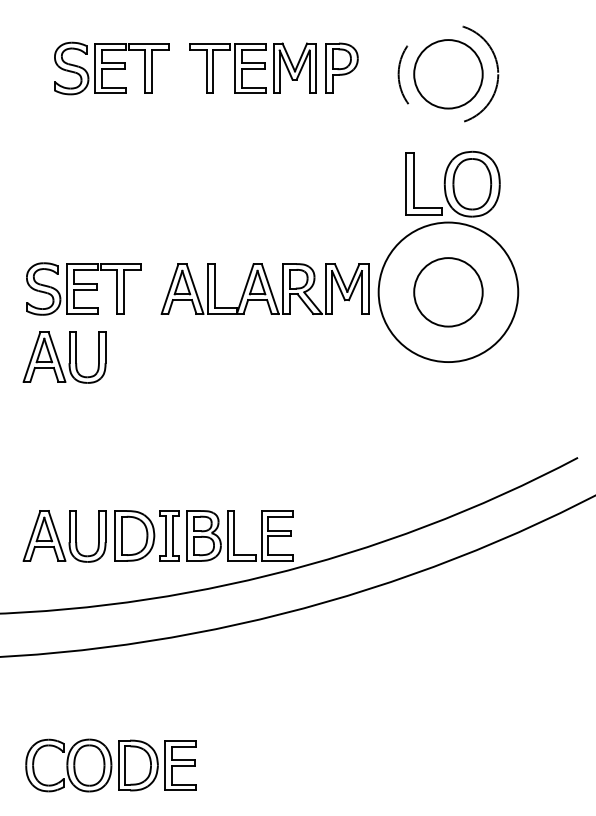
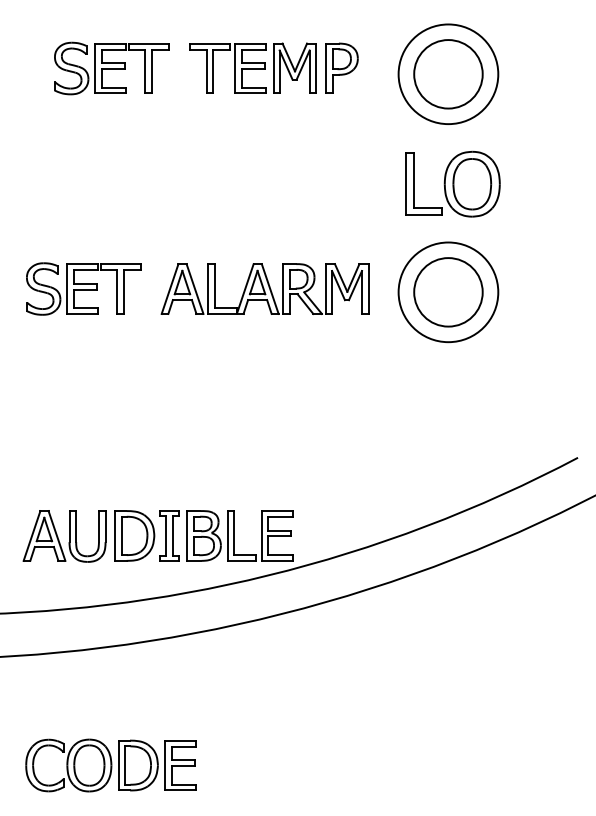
circle at (448, 74): dashed -> solid
circle at (448, 292) diameter: 140 px -> 100 px
part at (64, 357): present -> none
